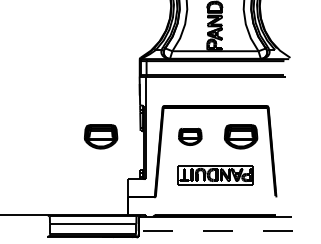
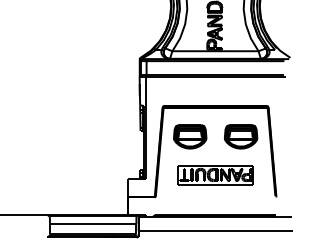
part at (101, 136): present -> none
part at (190, 136) size: 25x19 px -> 35x26 px
line at (215, 231): dashed -> solid
